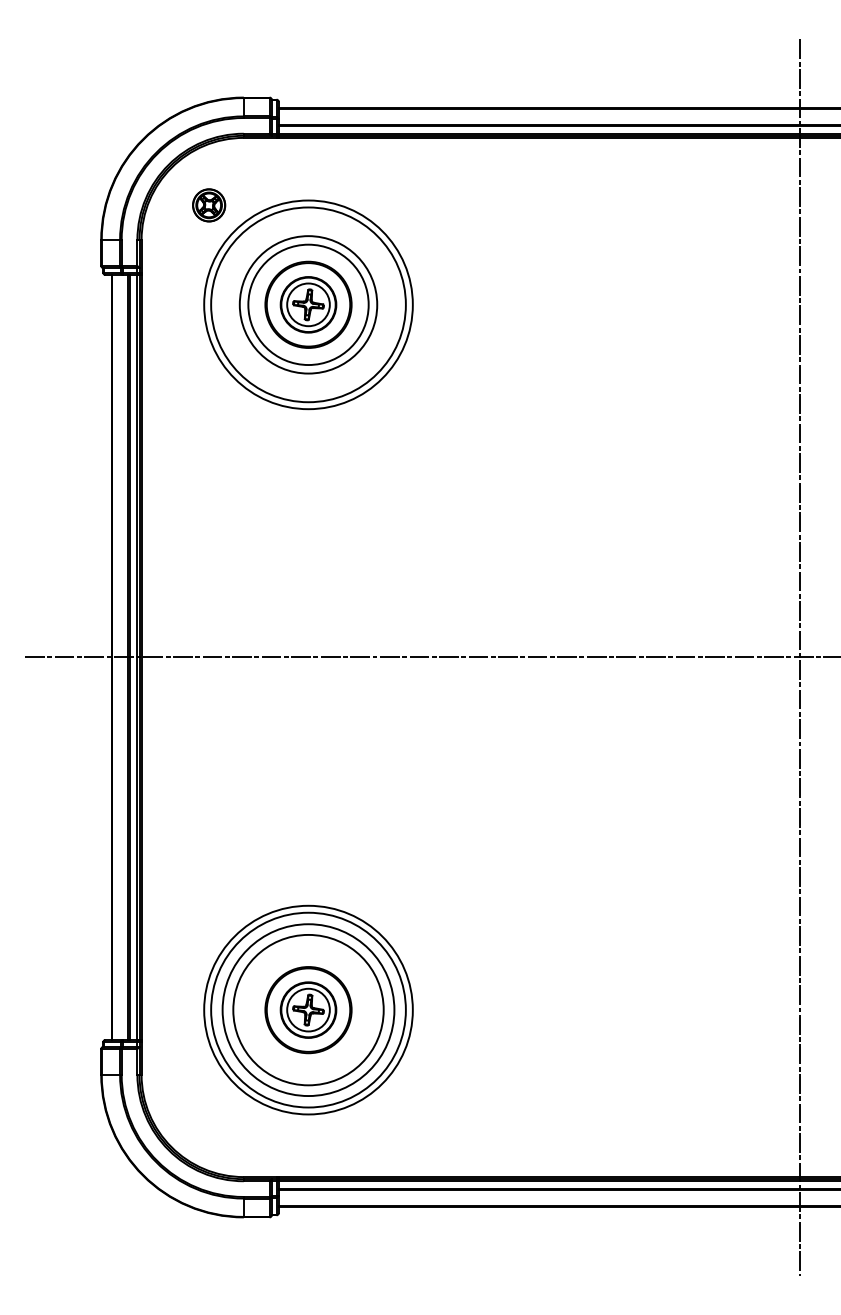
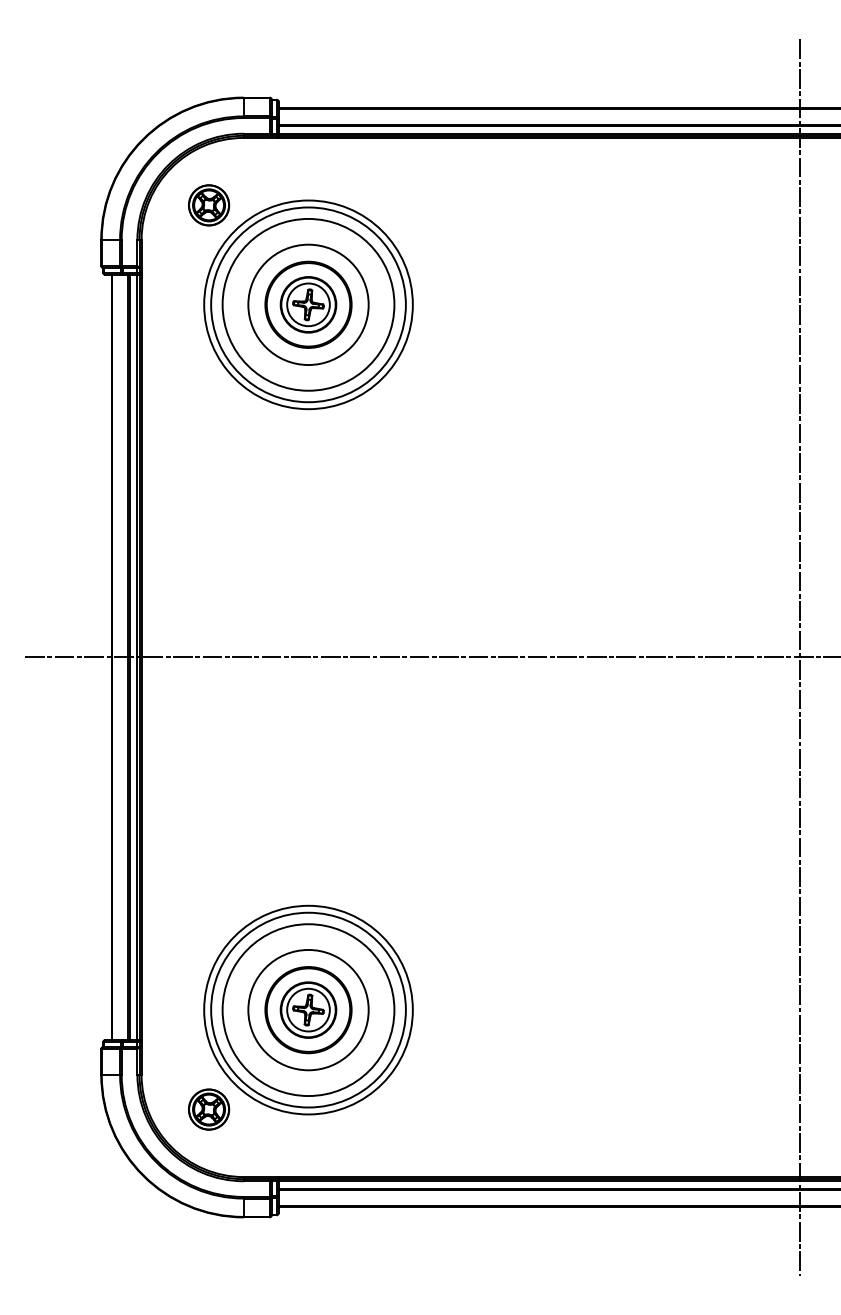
part at (209, 205) size: 35x35 px -> 43x43 px
circle at (308, 304) diameter: 137 px -> 172 px
circle at (308, 1009) diameter: 150 px -> 120 px
part at (209, 1109): none -> present
